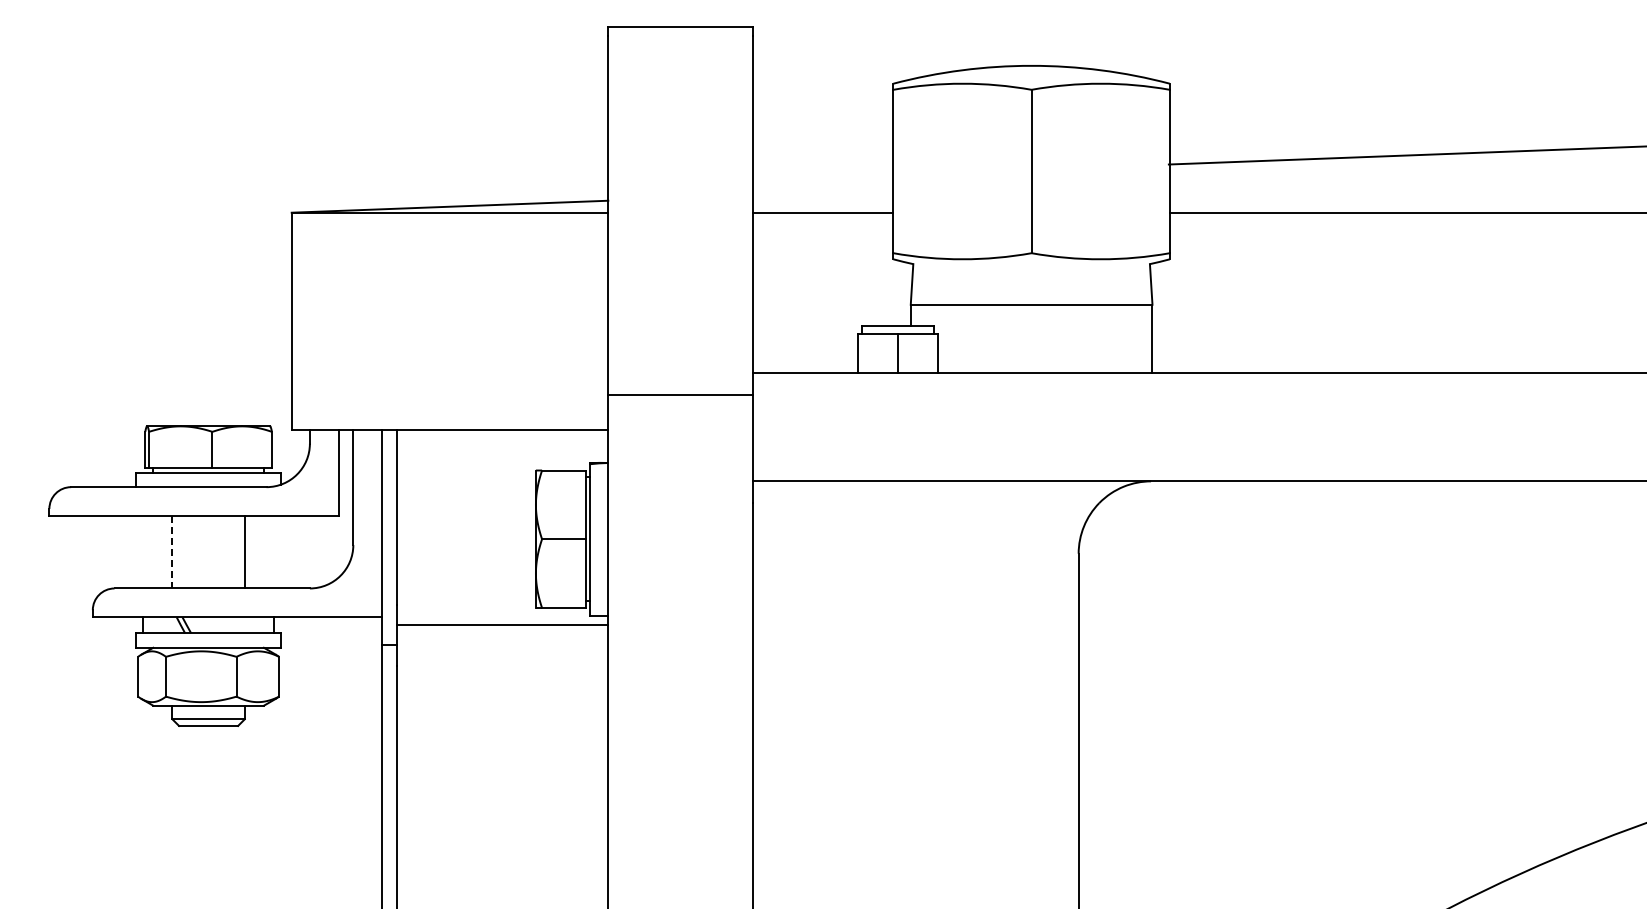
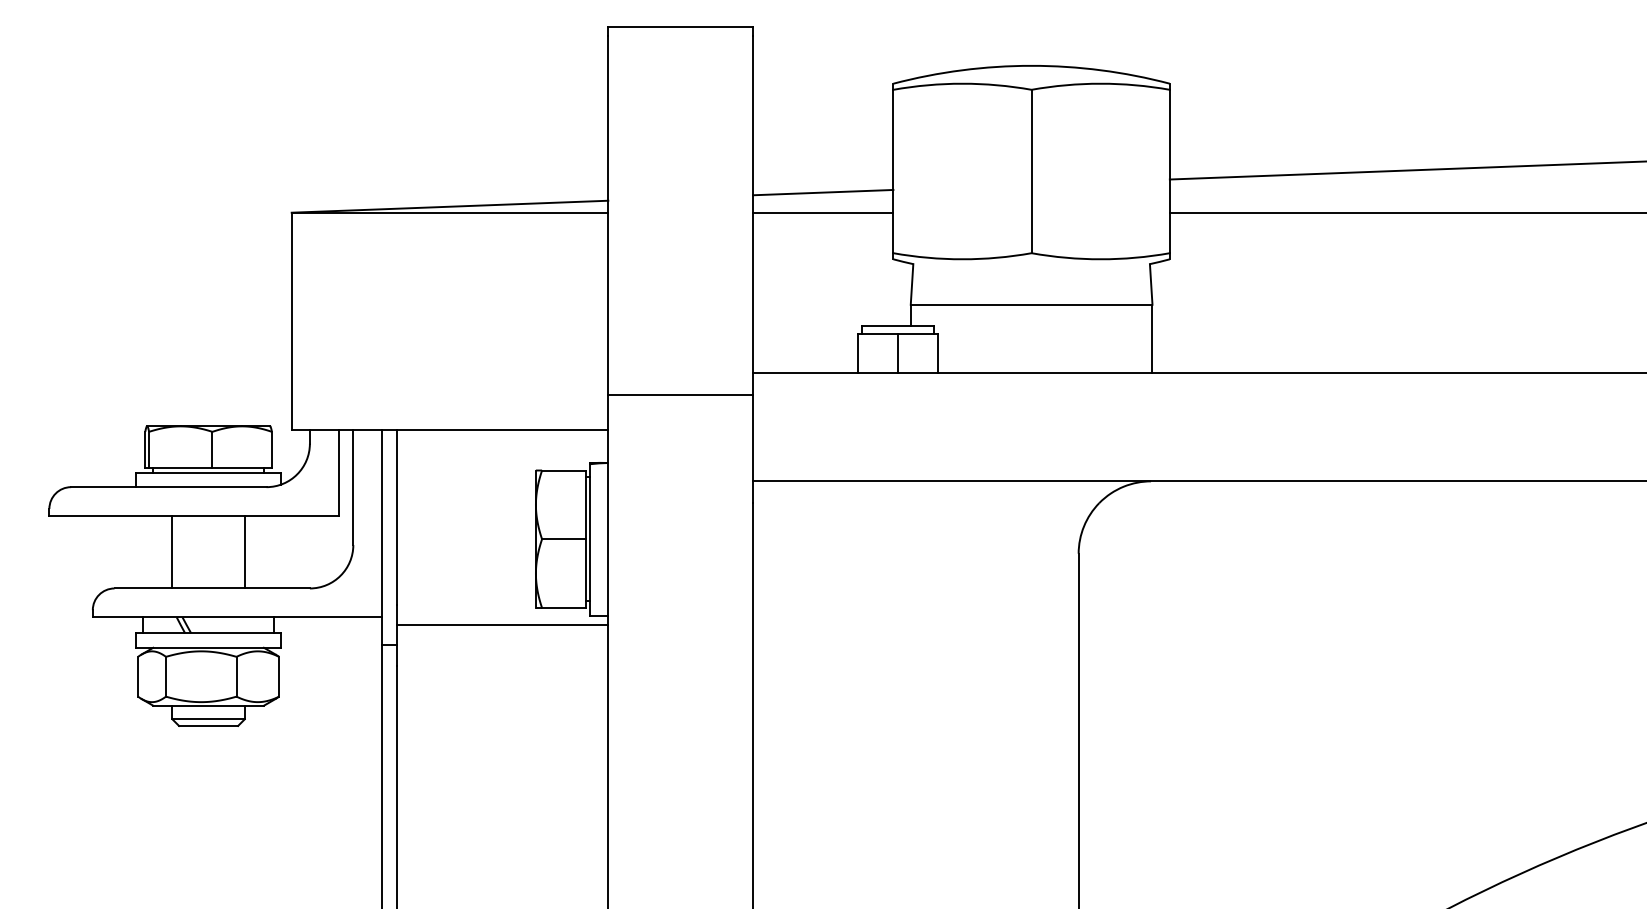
line at (1405, 155) position: (1405, 155) -> (1406, 170)
line at (823, 192): none -> present
line at (172, 552): dashed -> solid
